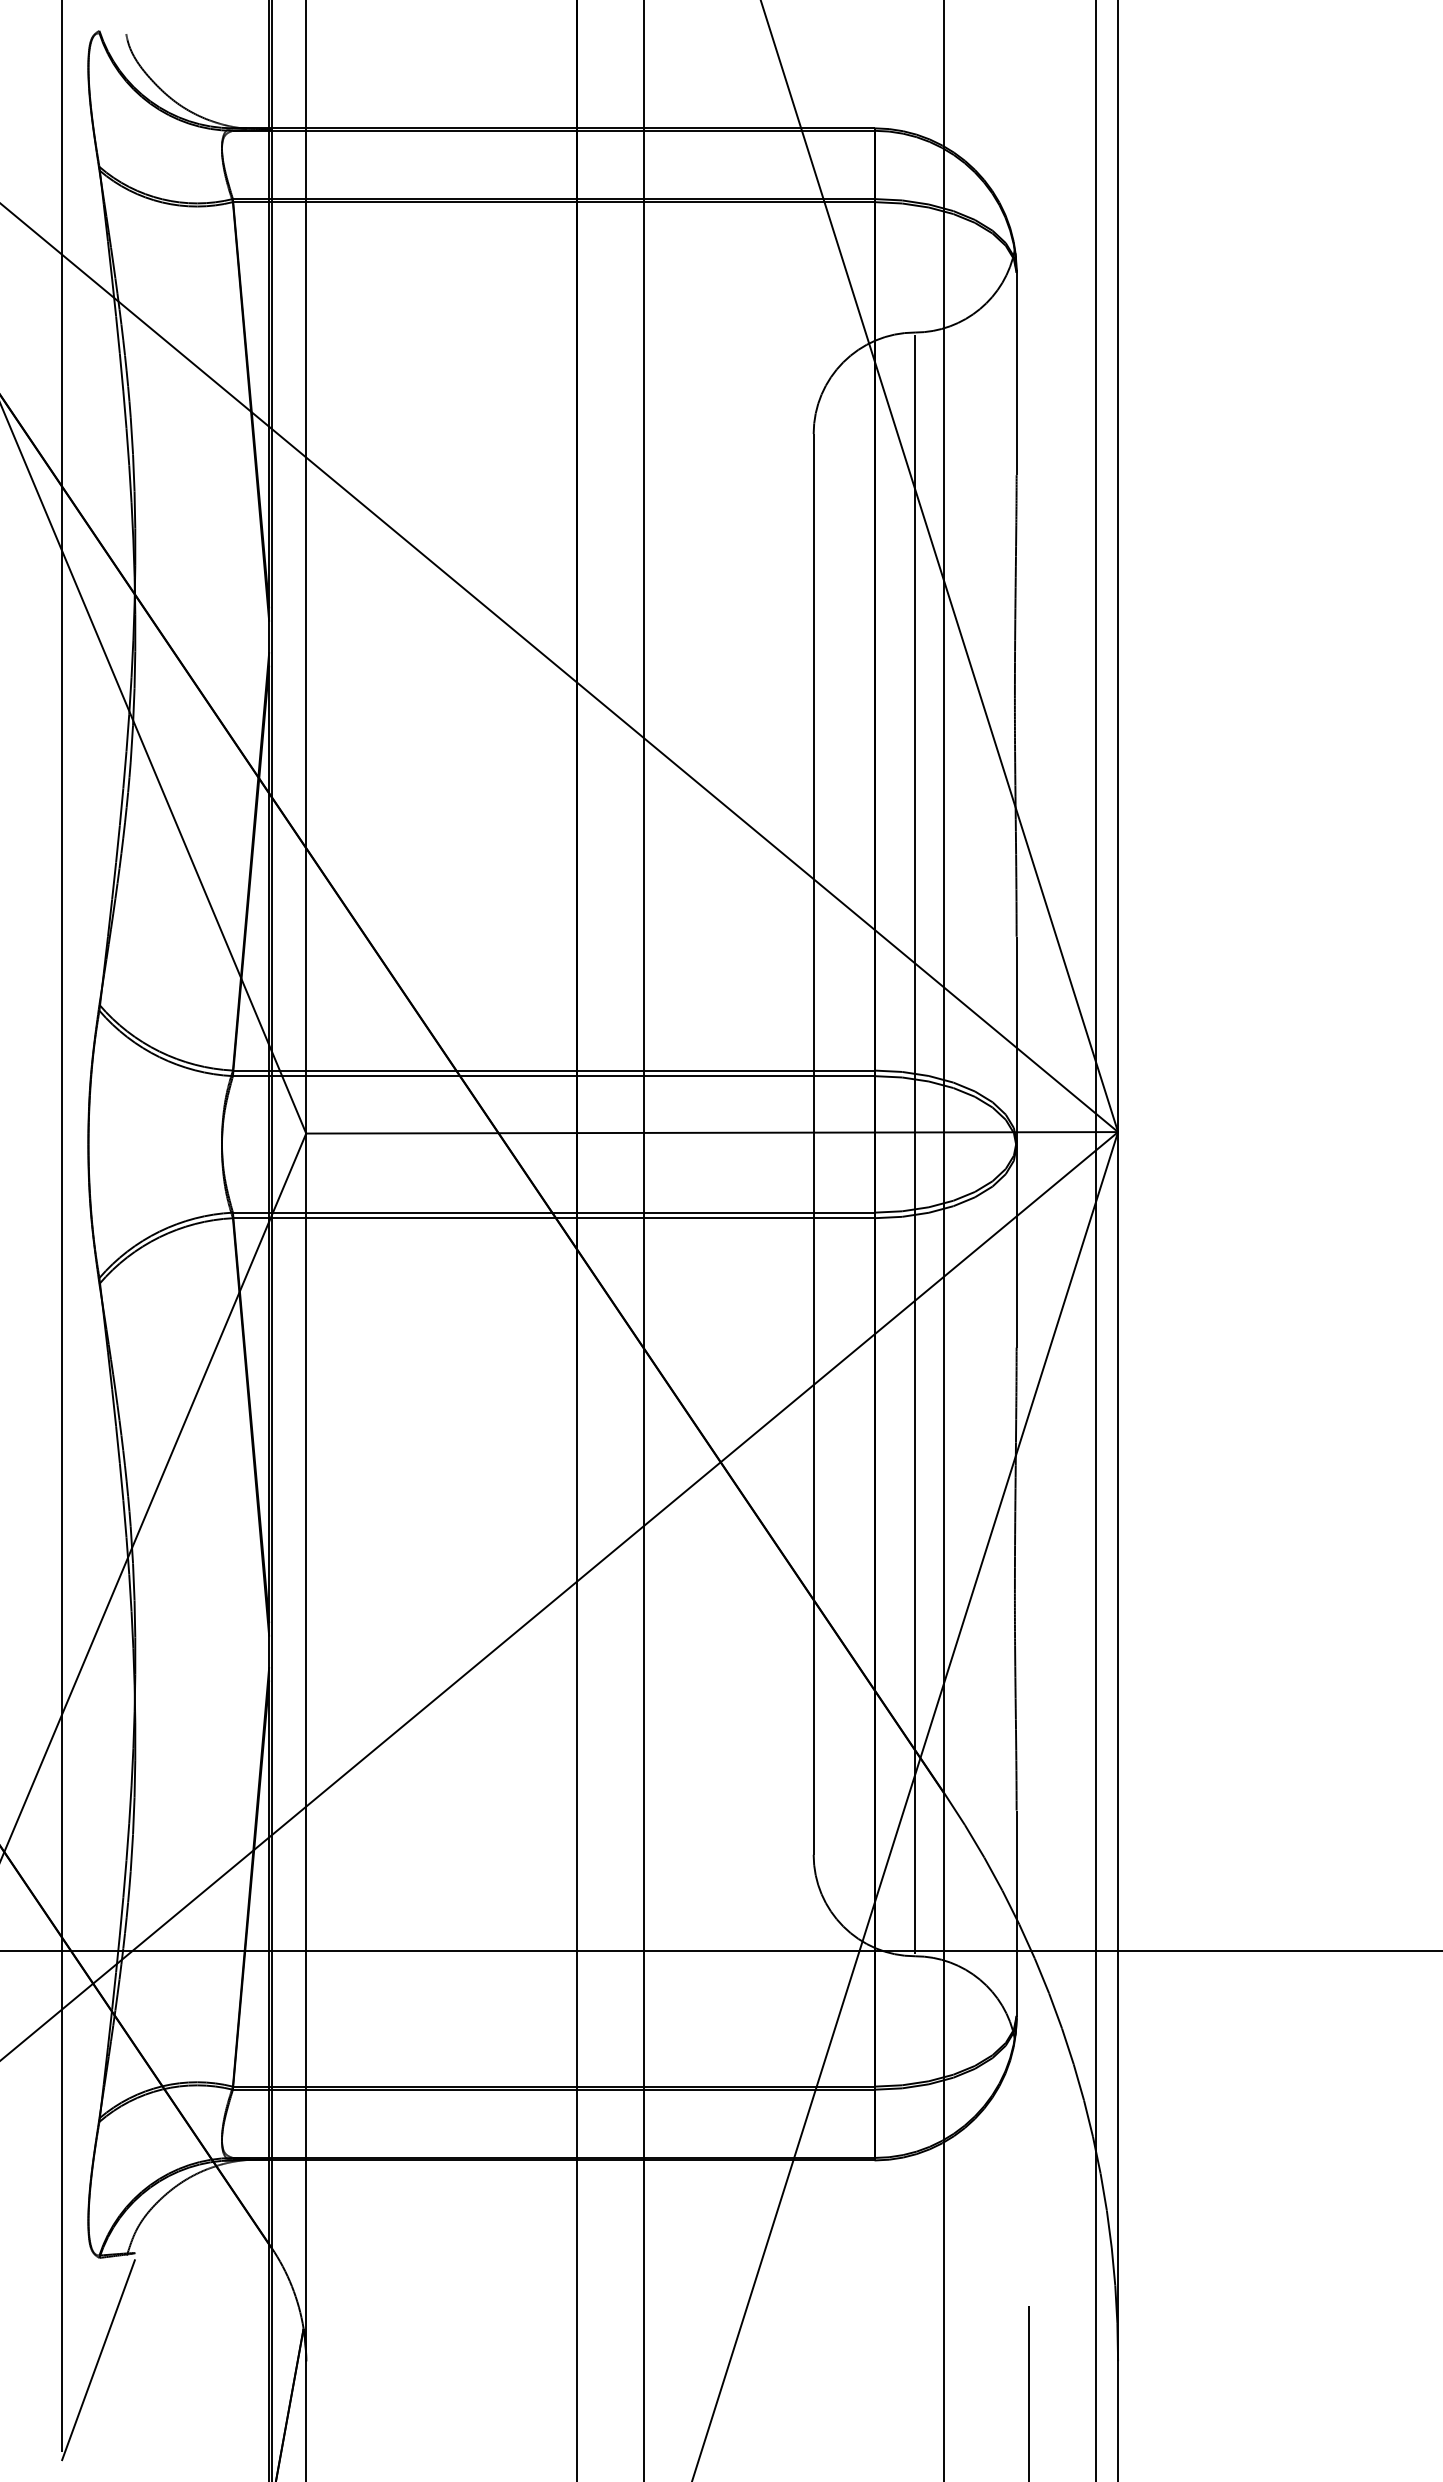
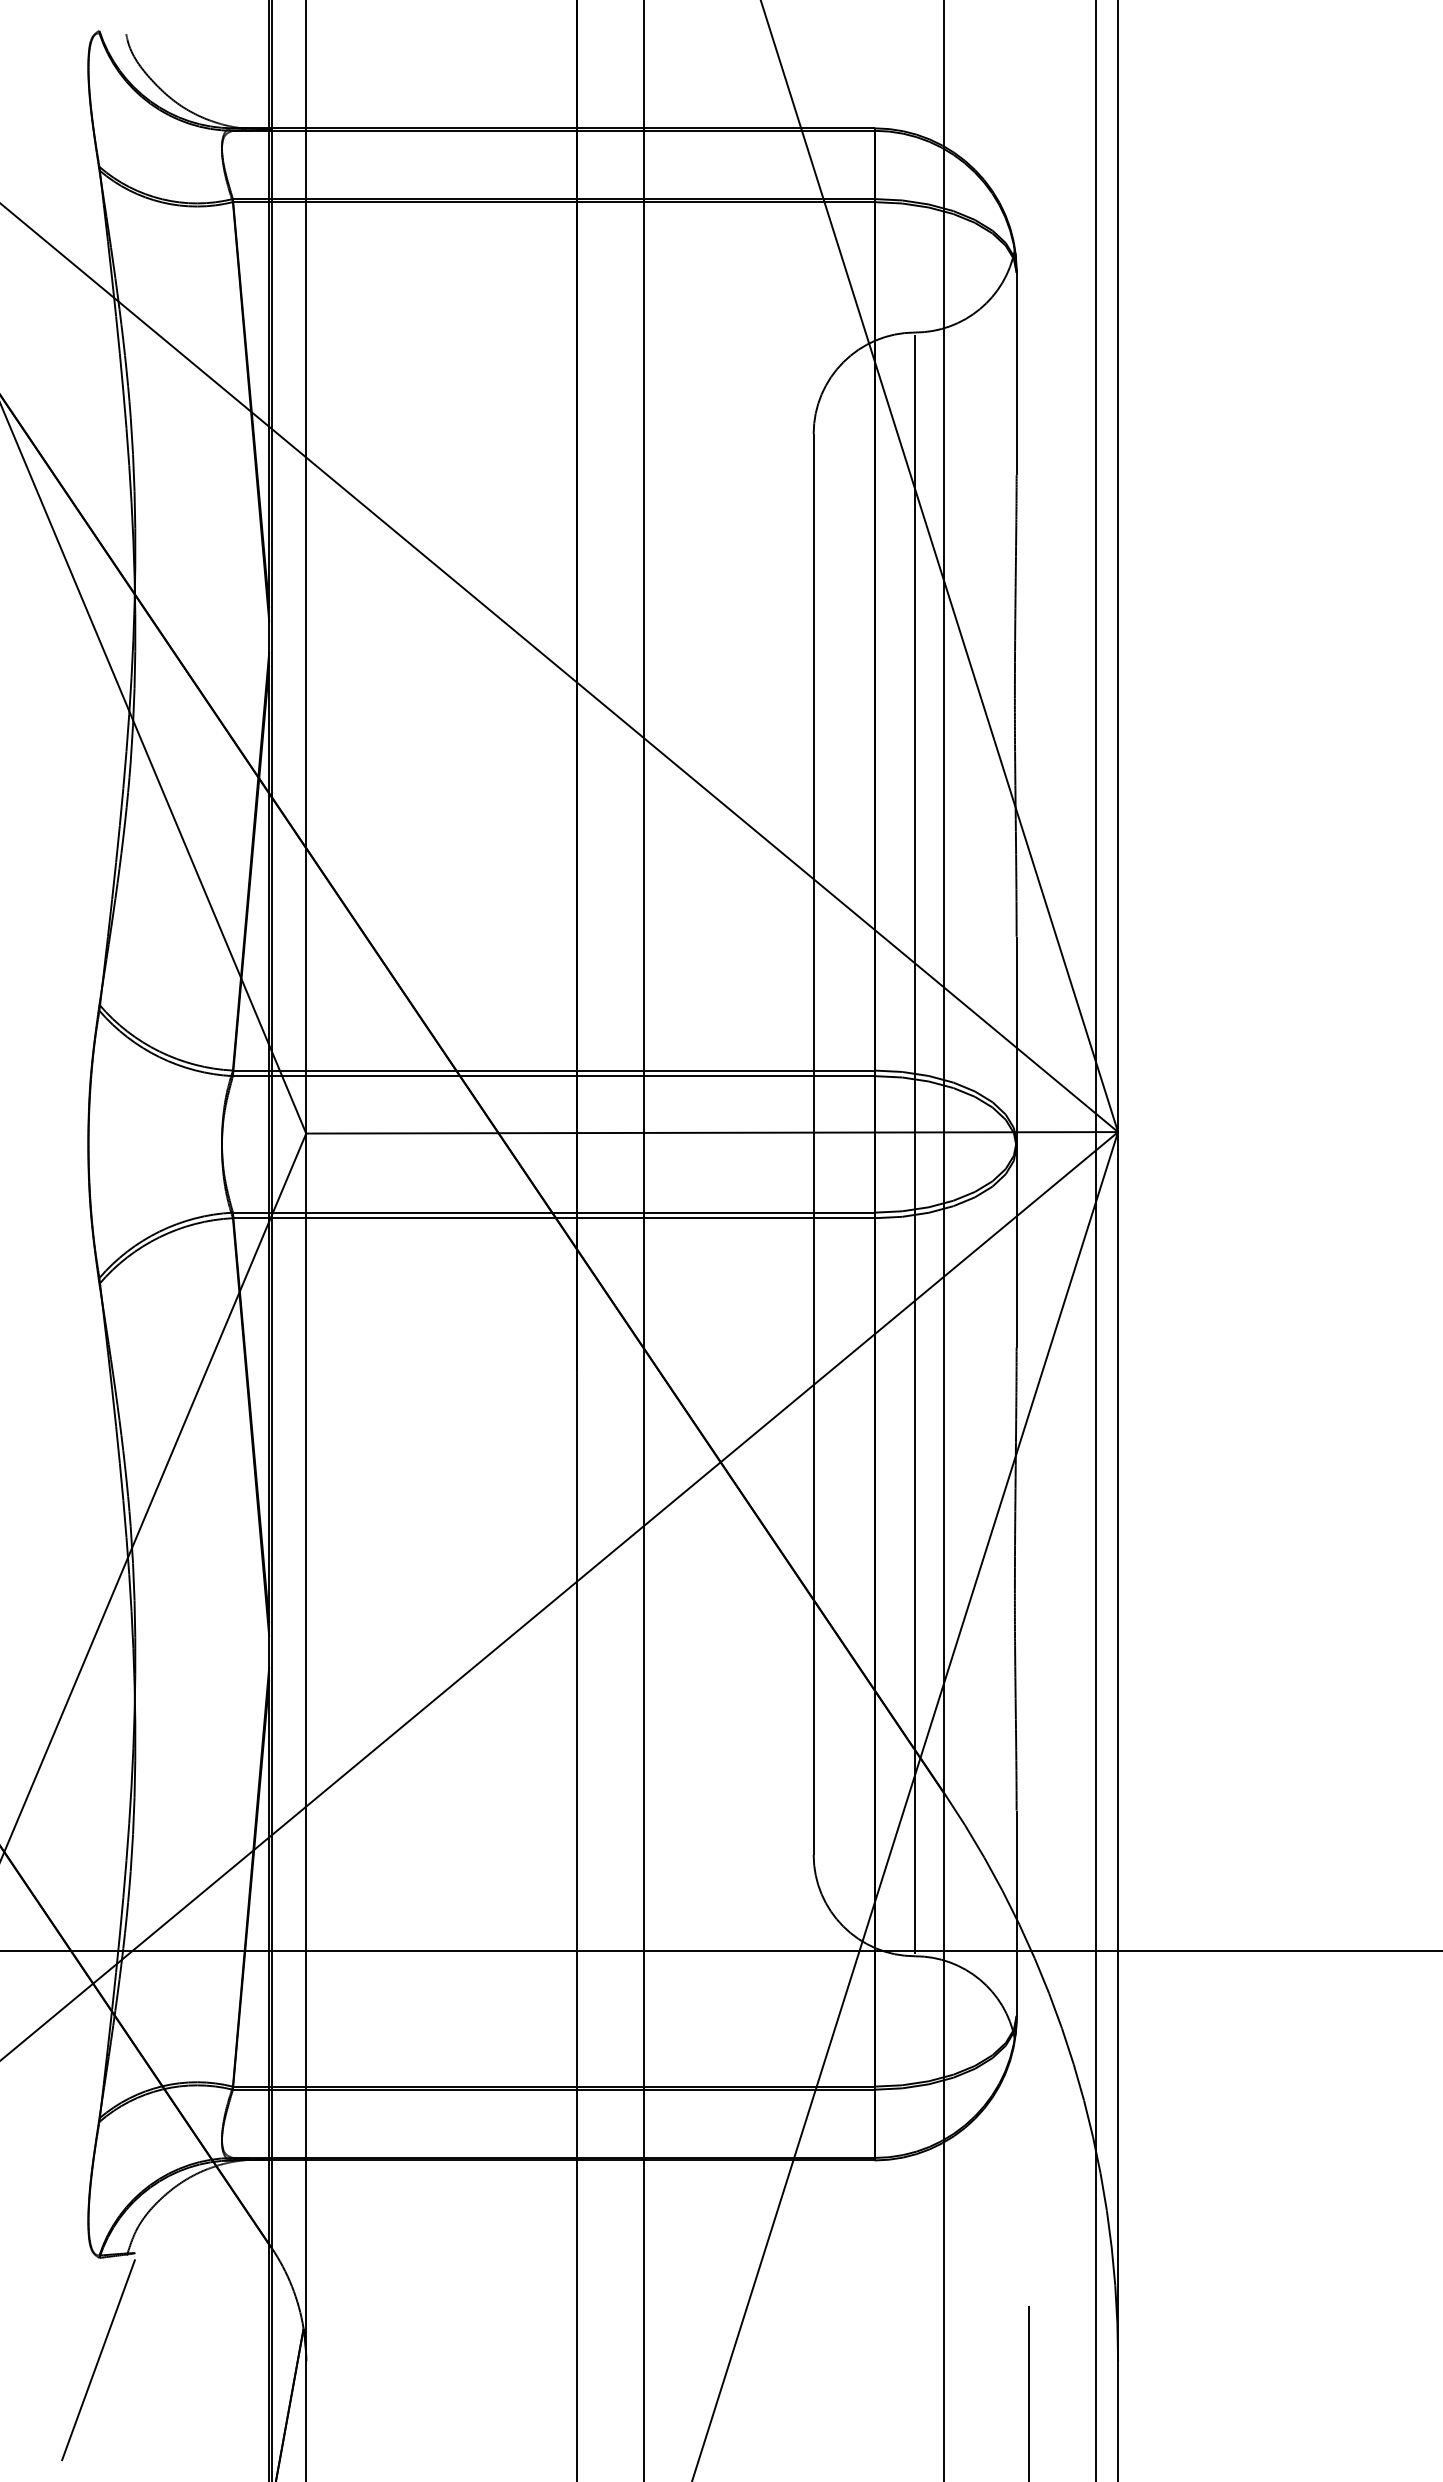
line at (61, 1226): present -> none
